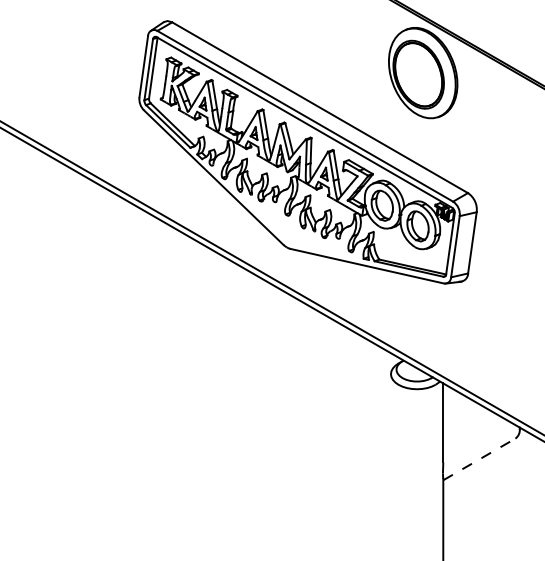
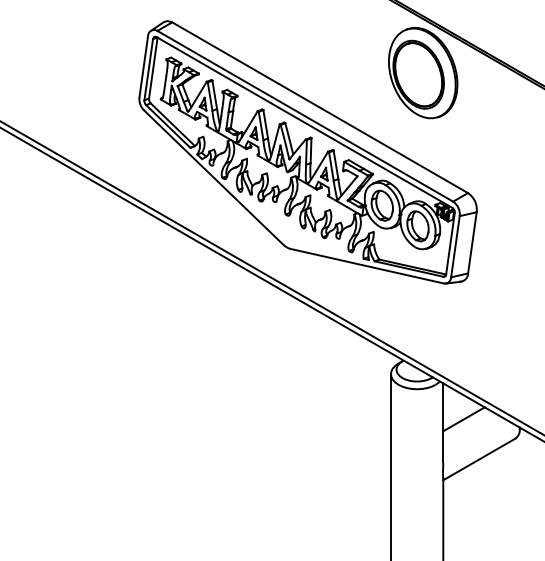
line at (463, 419): none -> present
line at (479, 459): dashed -> solid
line at (390, 465): none -> present
